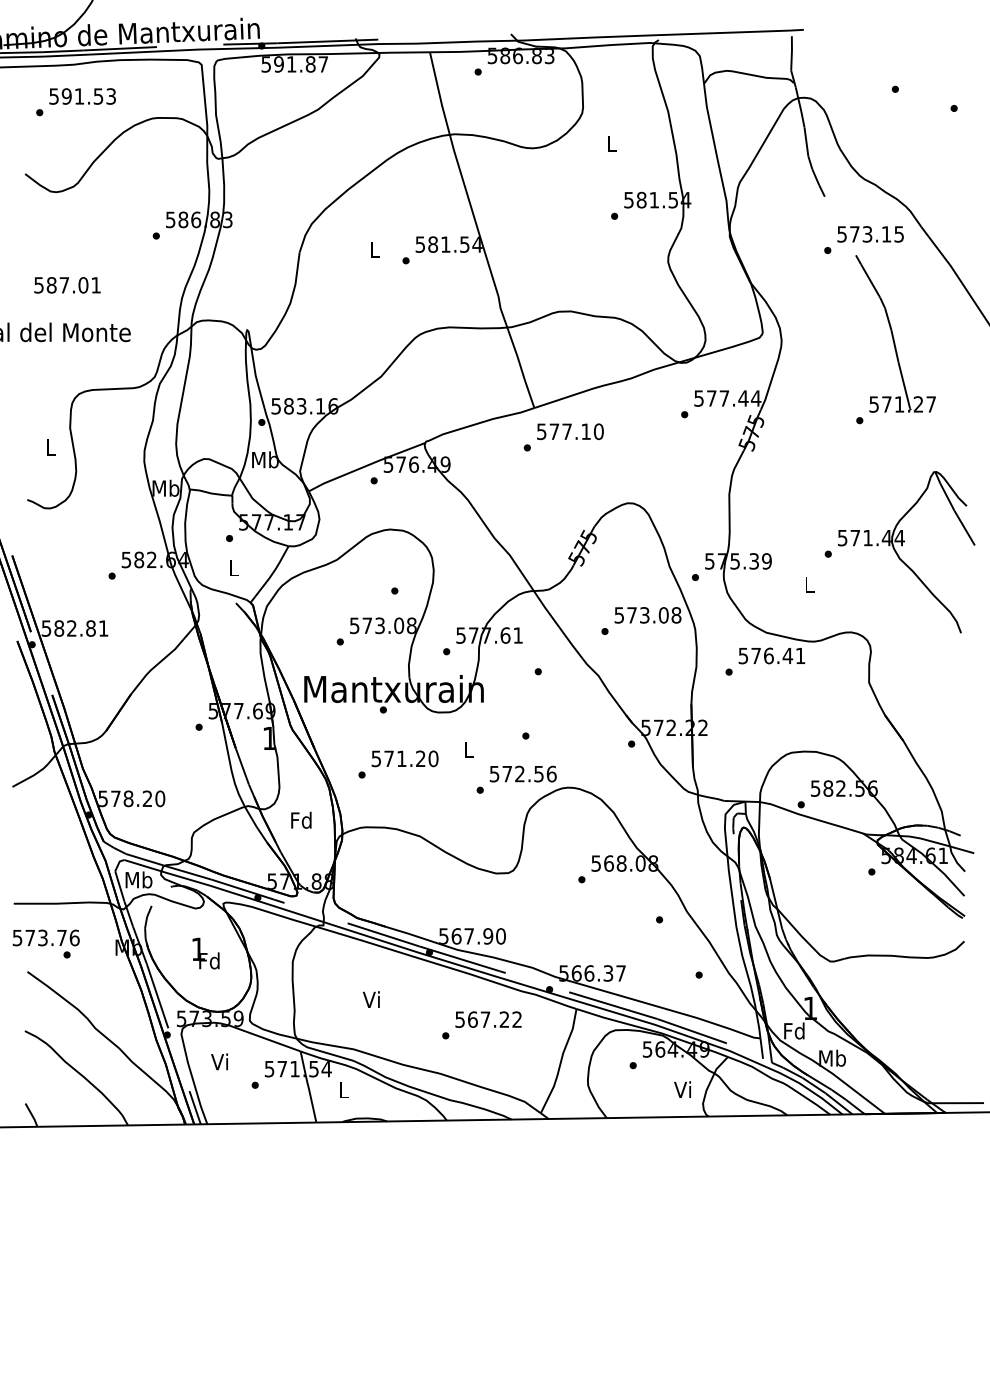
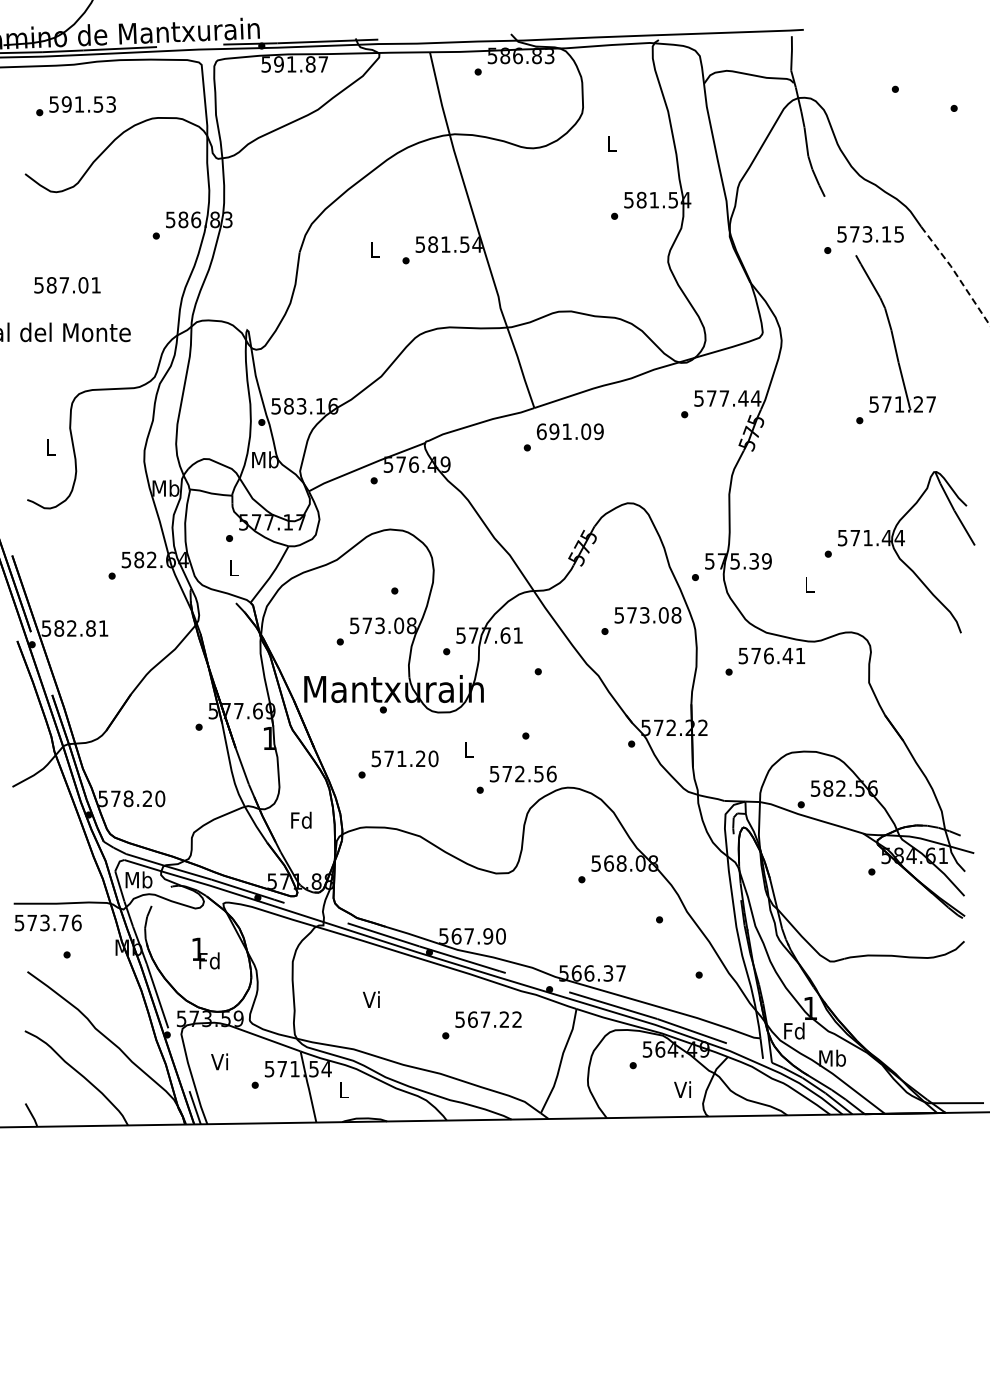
text at (82, 96) position: (82, 96) -> (82, 104)
line at (956, 274): solid -> dashed
text at (569, 431): 577.10 -> 691.09
text at (45, 937) position: (45, 937) -> (47, 922)
